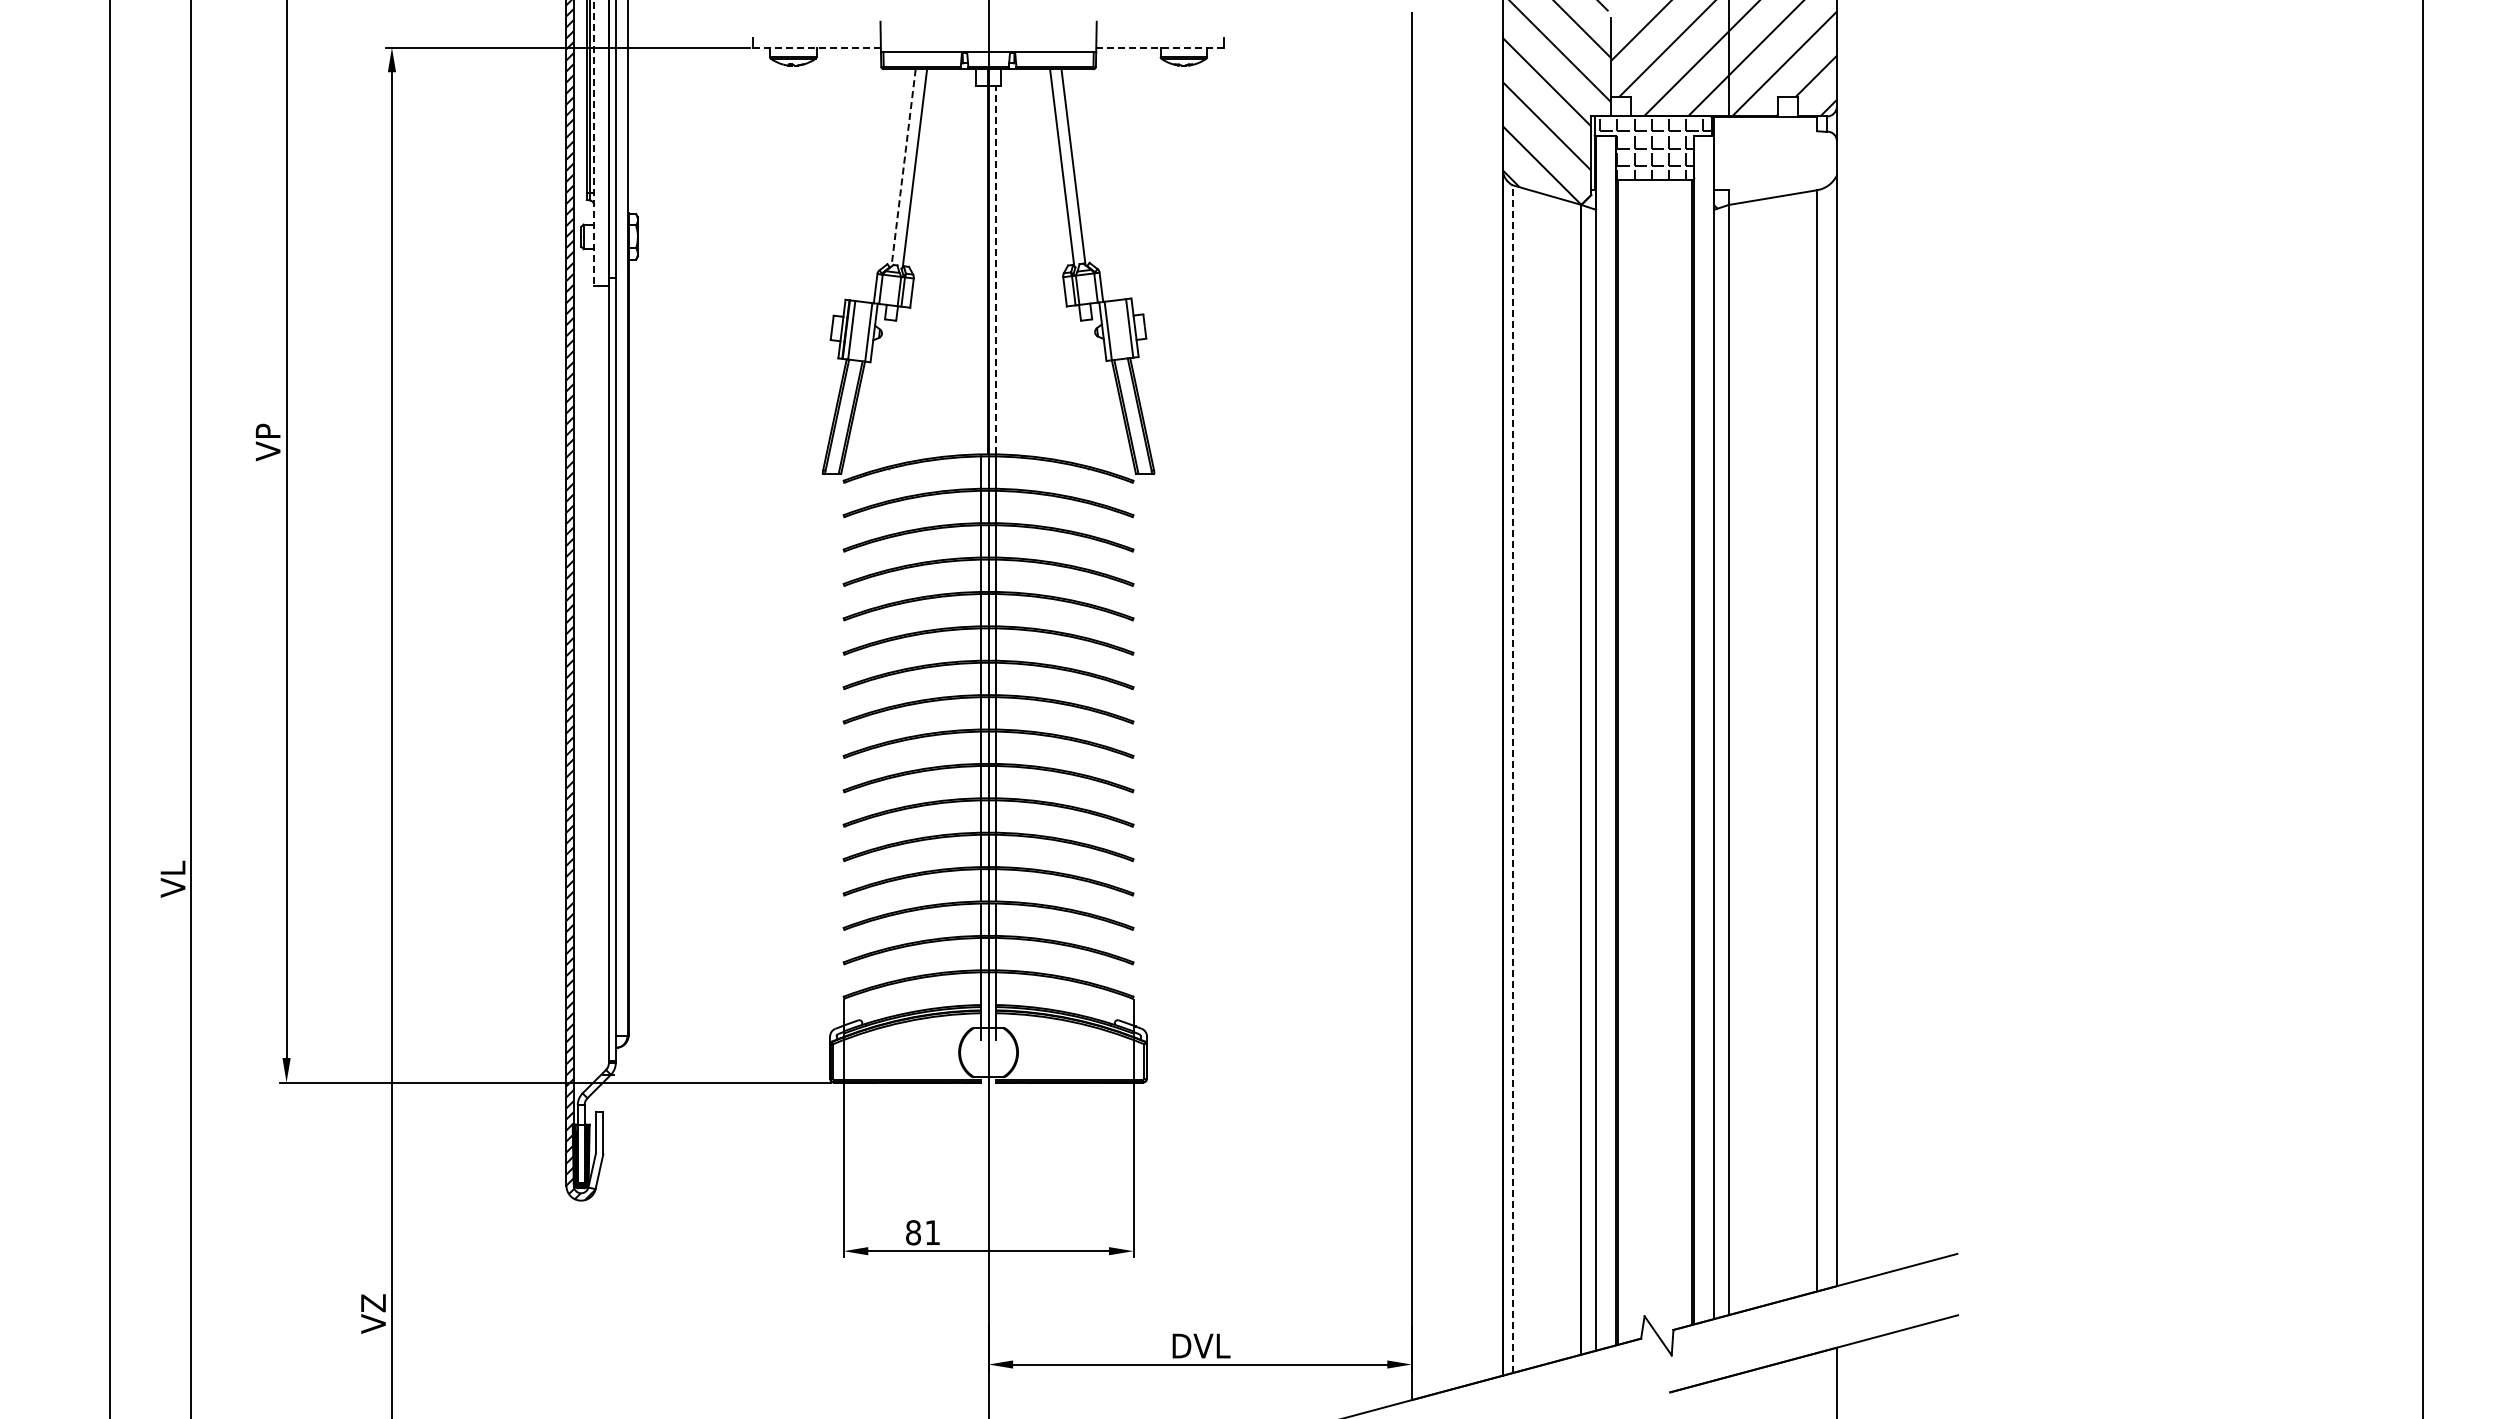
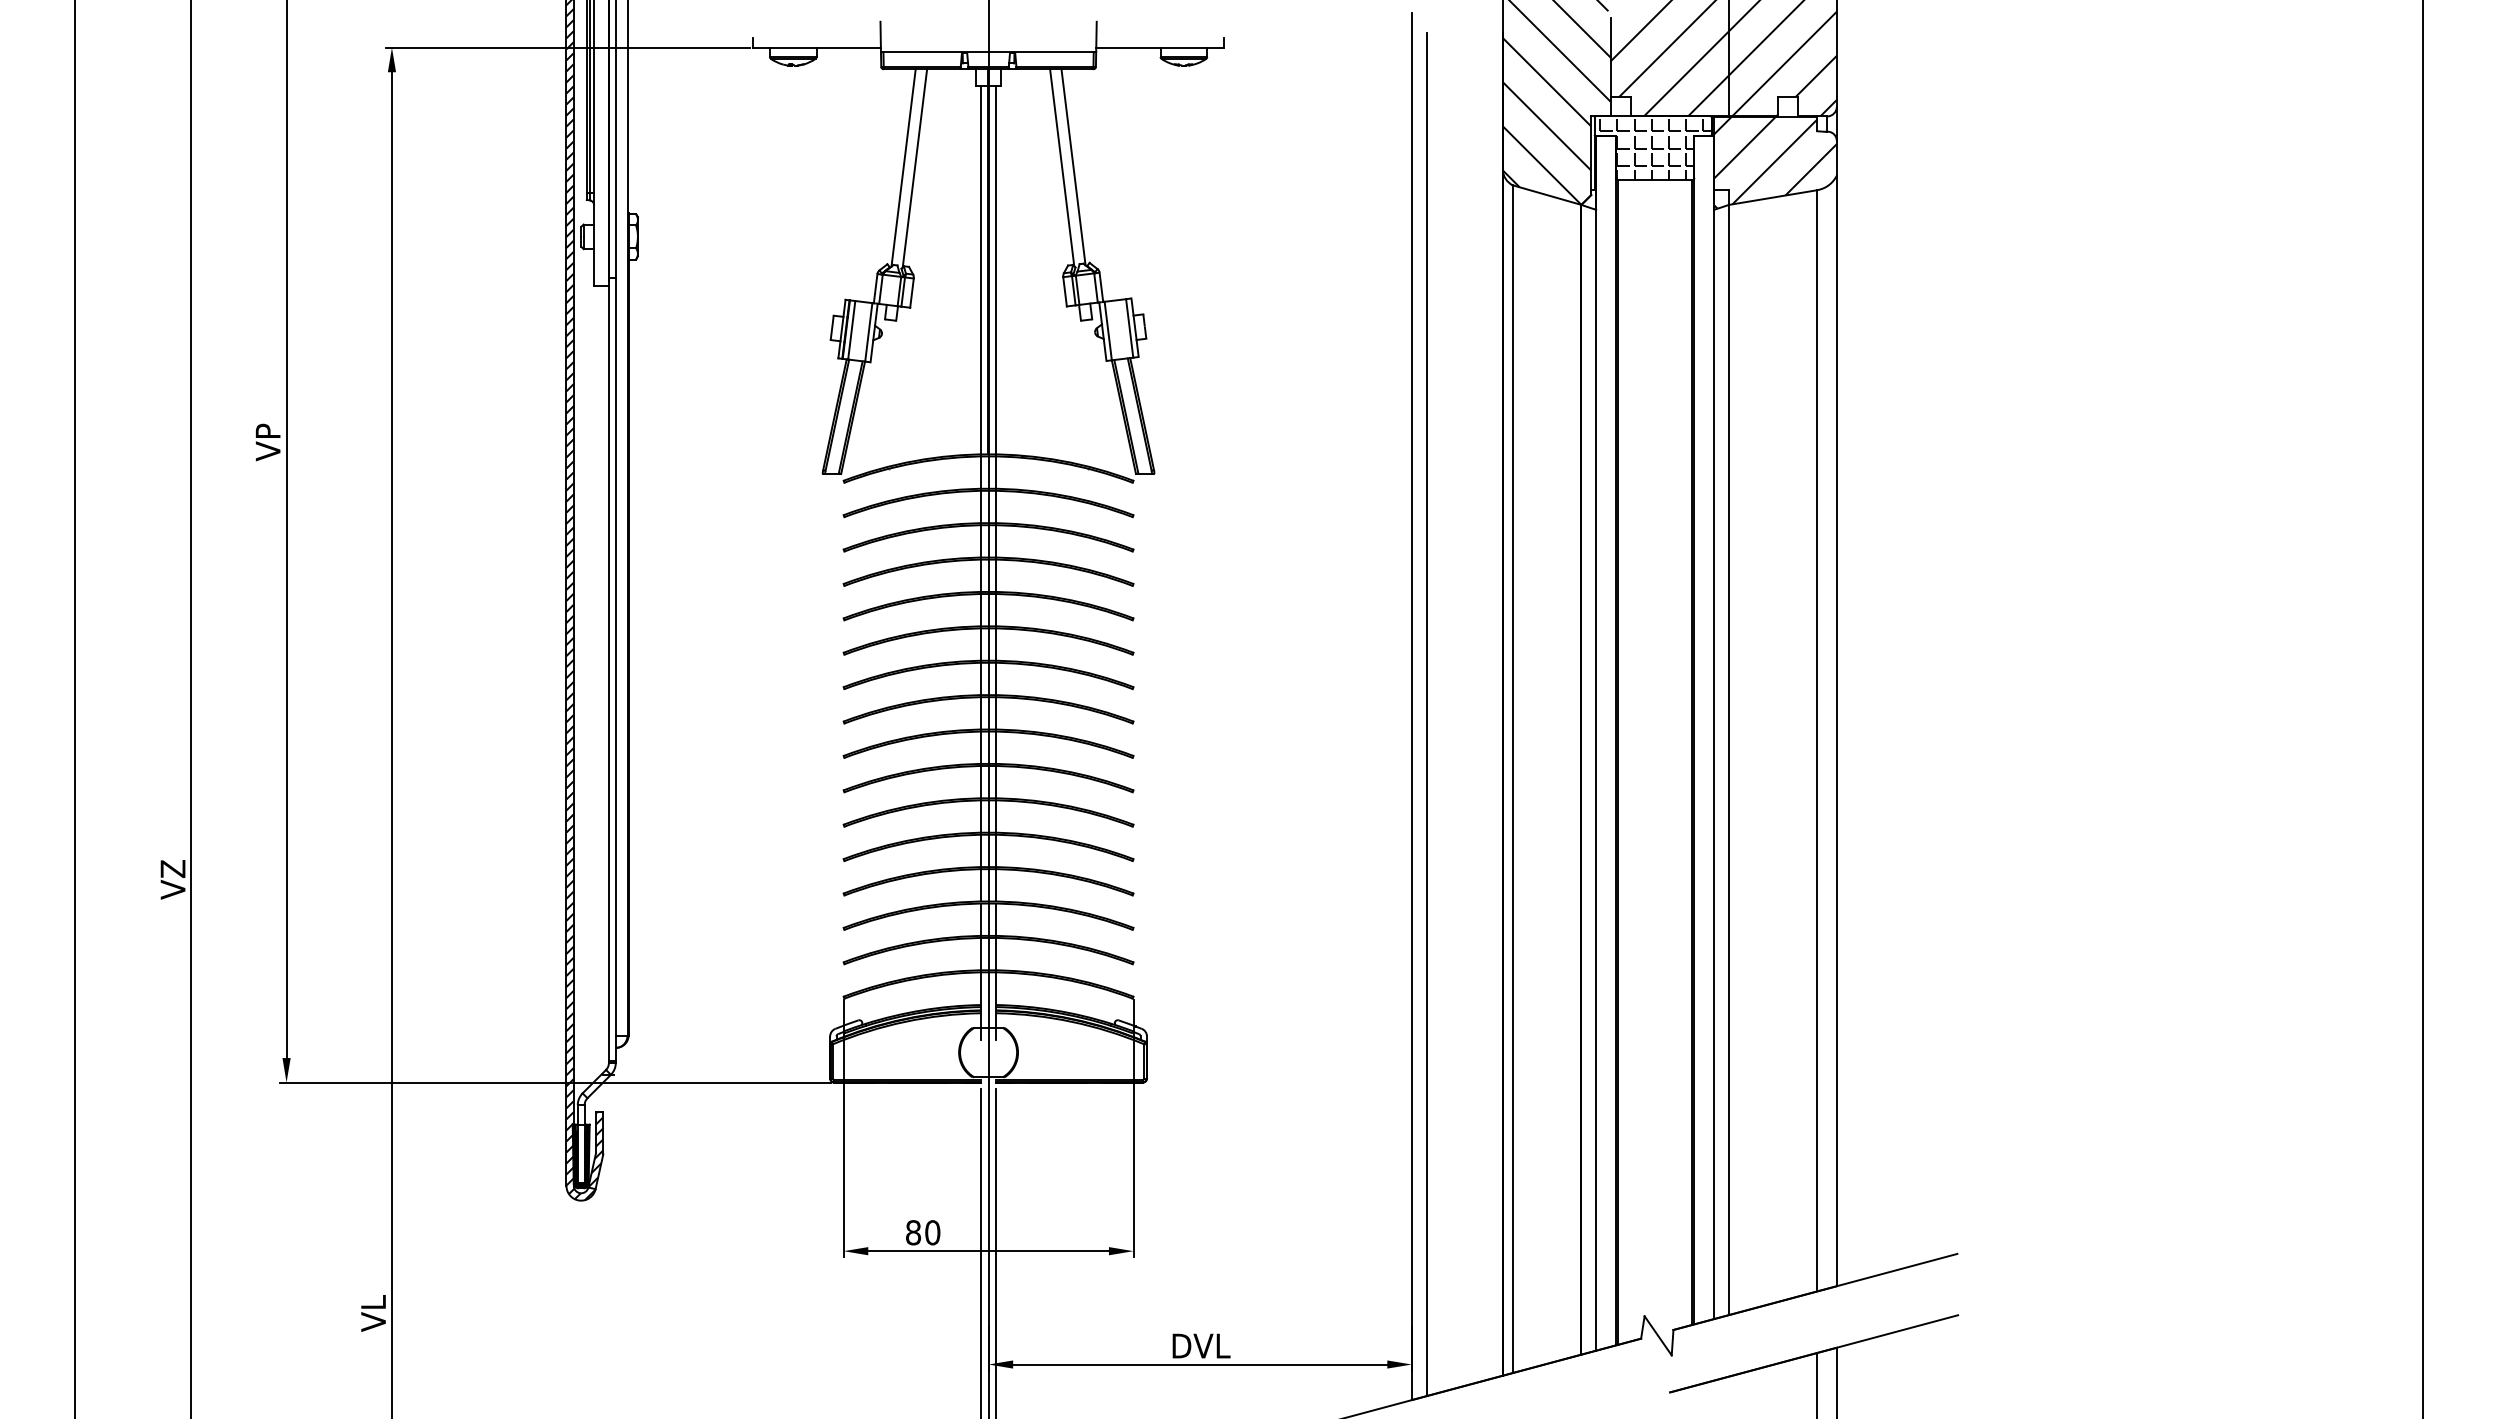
line at (816, 47): dashed -> solid
line at (1159, 47): dashed -> solid
line at (594, 142): dashed -> solid
hatch at (1775, 160): none -> present
line at (903, 168): dashed -> solid
line at (980, 270): none -> present
line at (996, 270): dashed -> solid
line at (109, 708) position: (109, 708) -> (74, 708)
line at (1426, 714): none -> present
line at (1512, 779): dashed -> solid
text at (172, 879): VL -> VZ
hatch at (595, 1149): none -> present
text at (932, 1232): 81 -> 80
line at (980, 1252): none -> present
line at (996, 1252): none -> present
text at (373, 1313): VZ -> VL
line at (1817, 1384): none -> present
